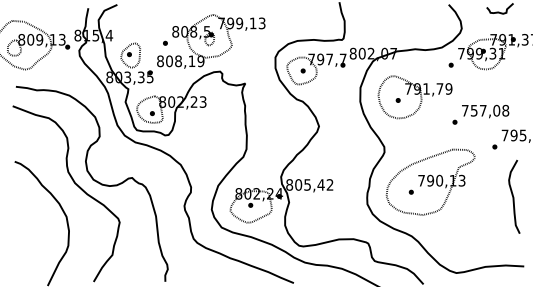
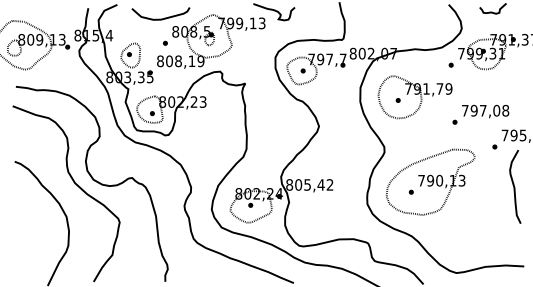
curve at (274, 11): none -> present
curve at (499, 11) position: (499, 11) -> (492, 11)
curve at (160, 18): none -> present
text at (473, 110): 757,08 -> 797,08
curve at (513, 196) position: (513, 196) -> (514, 186)
